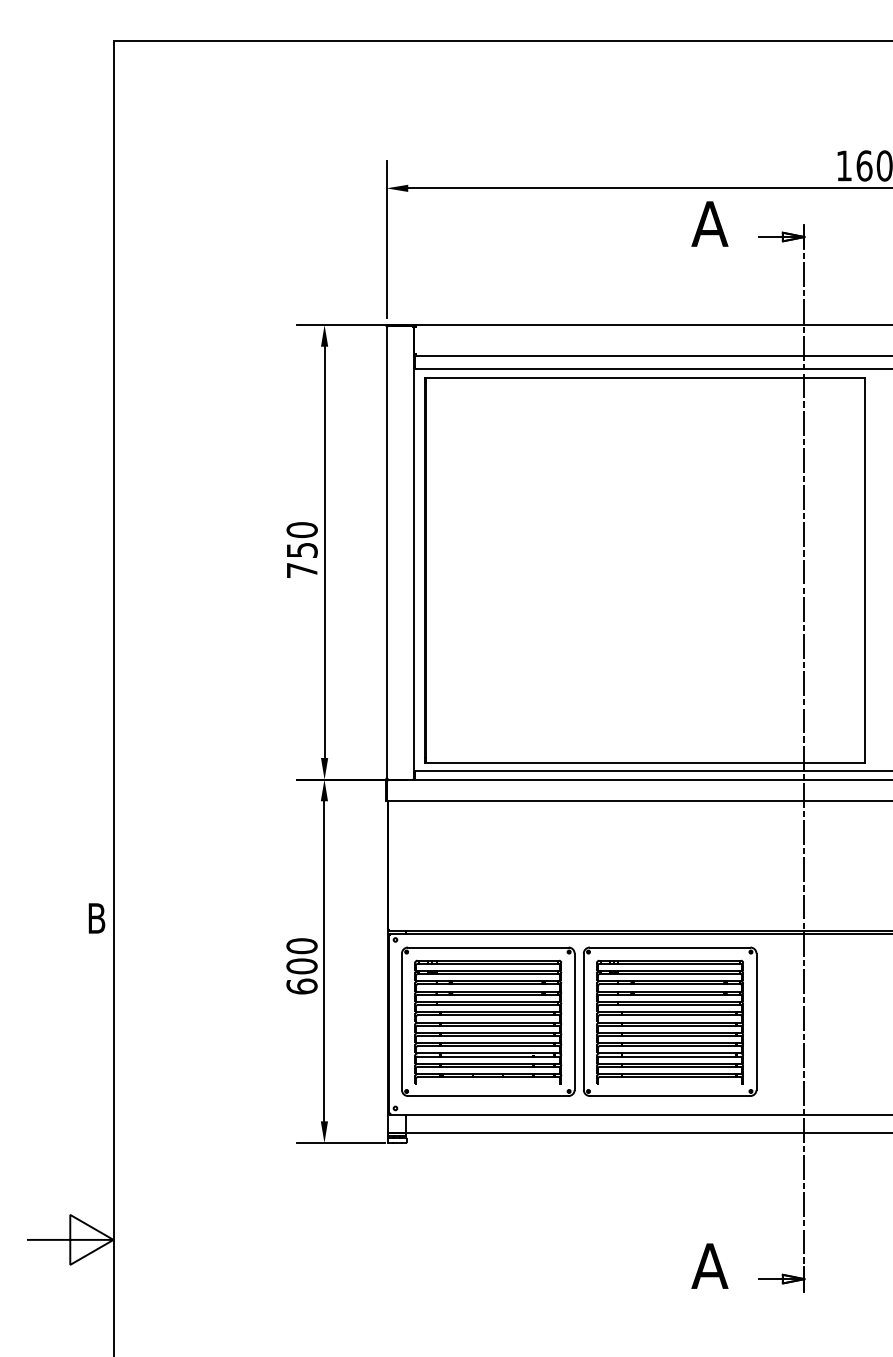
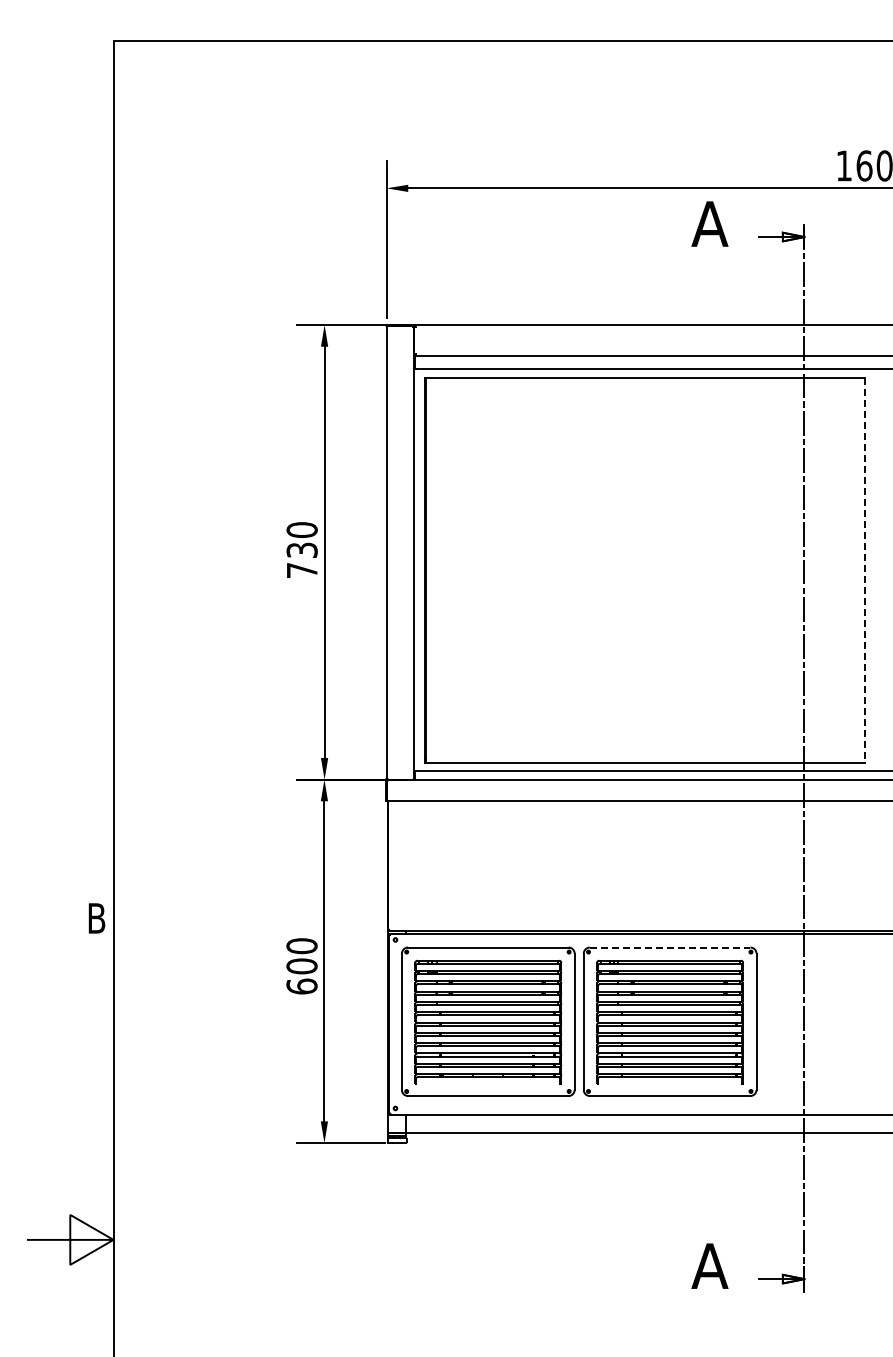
text at (301, 549): 750 -> 730
line at (864, 570): solid -> dashed
line at (670, 947): solid -> dashed
